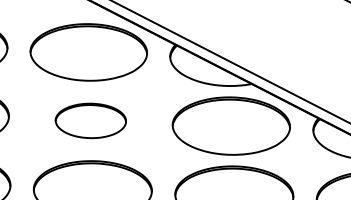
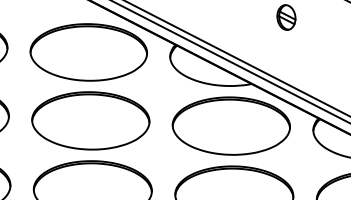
part at (286, 17): none -> present
line at (237, 58): none -> present
part at (90, 120) size: 73x38 px -> 120x60 px
